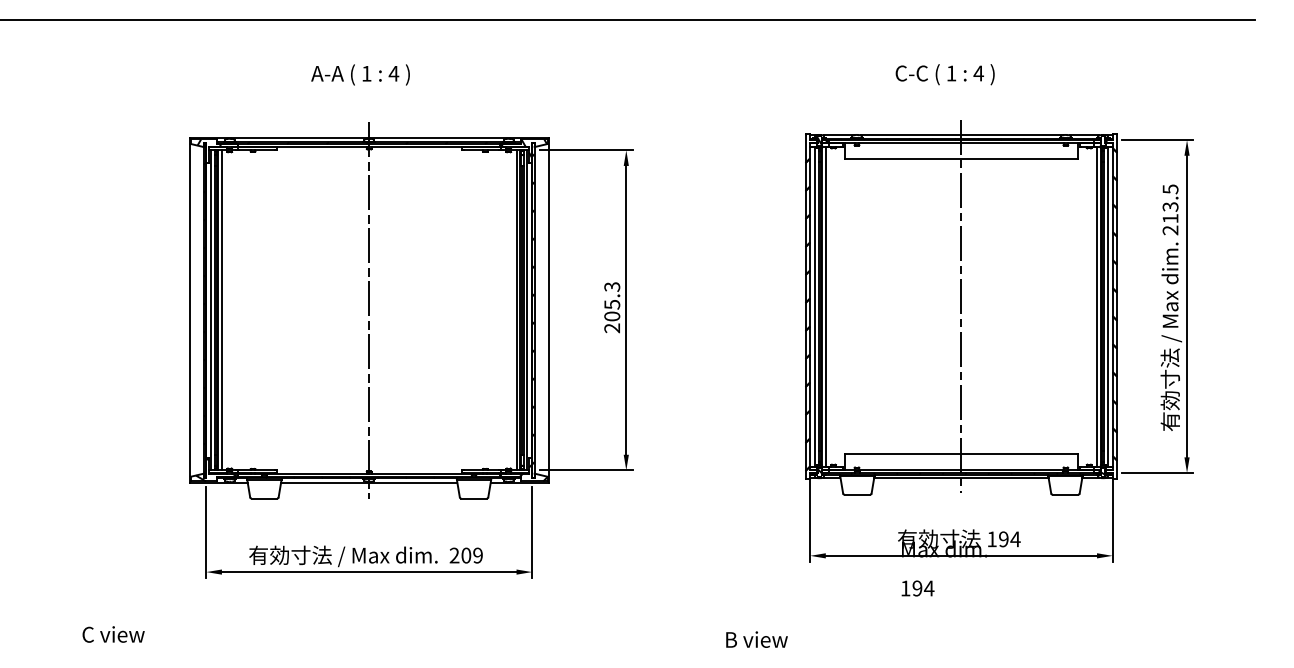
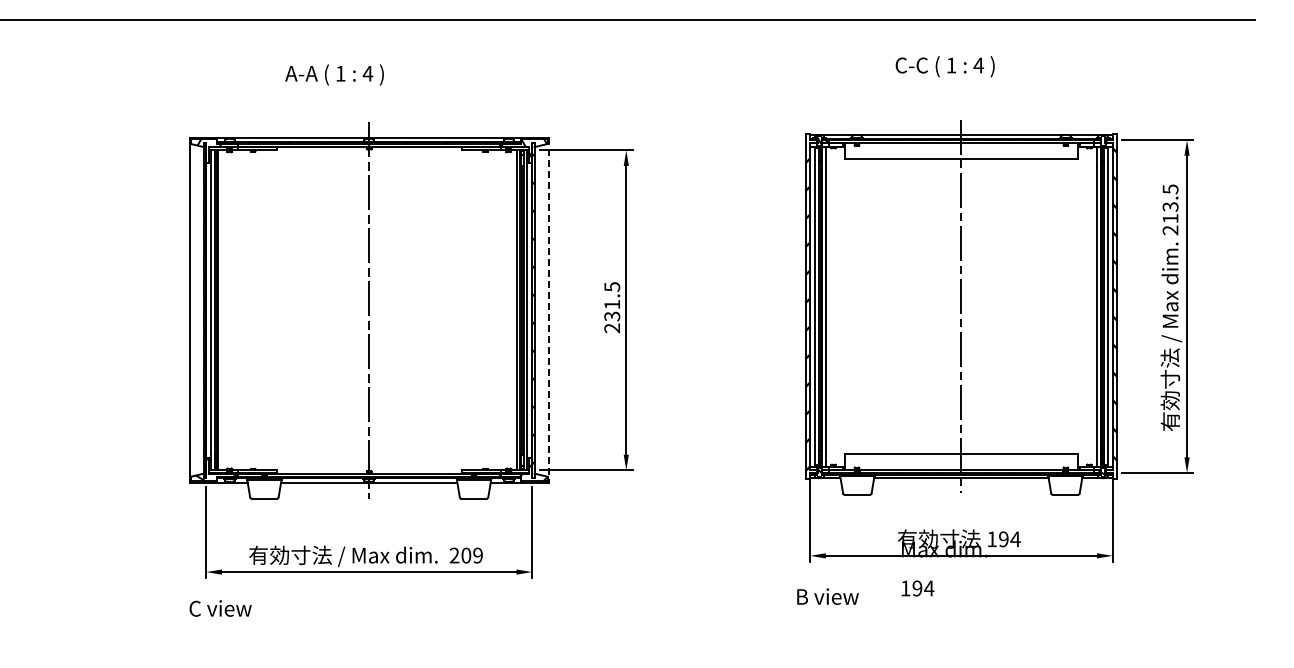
text at (360, 74) position: (360, 74) -> (334, 74)
text at (944, 74) position: (944, 74) -> (944, 66)
text at (612, 301): 205.3 -> 231.5
line at (221, 310): present -> none
line at (548, 310): solid -> dashed
text at (113, 634) position: (113, 634) -> (220, 608)
text at (756, 639) position: (756, 639) -> (827, 596)
